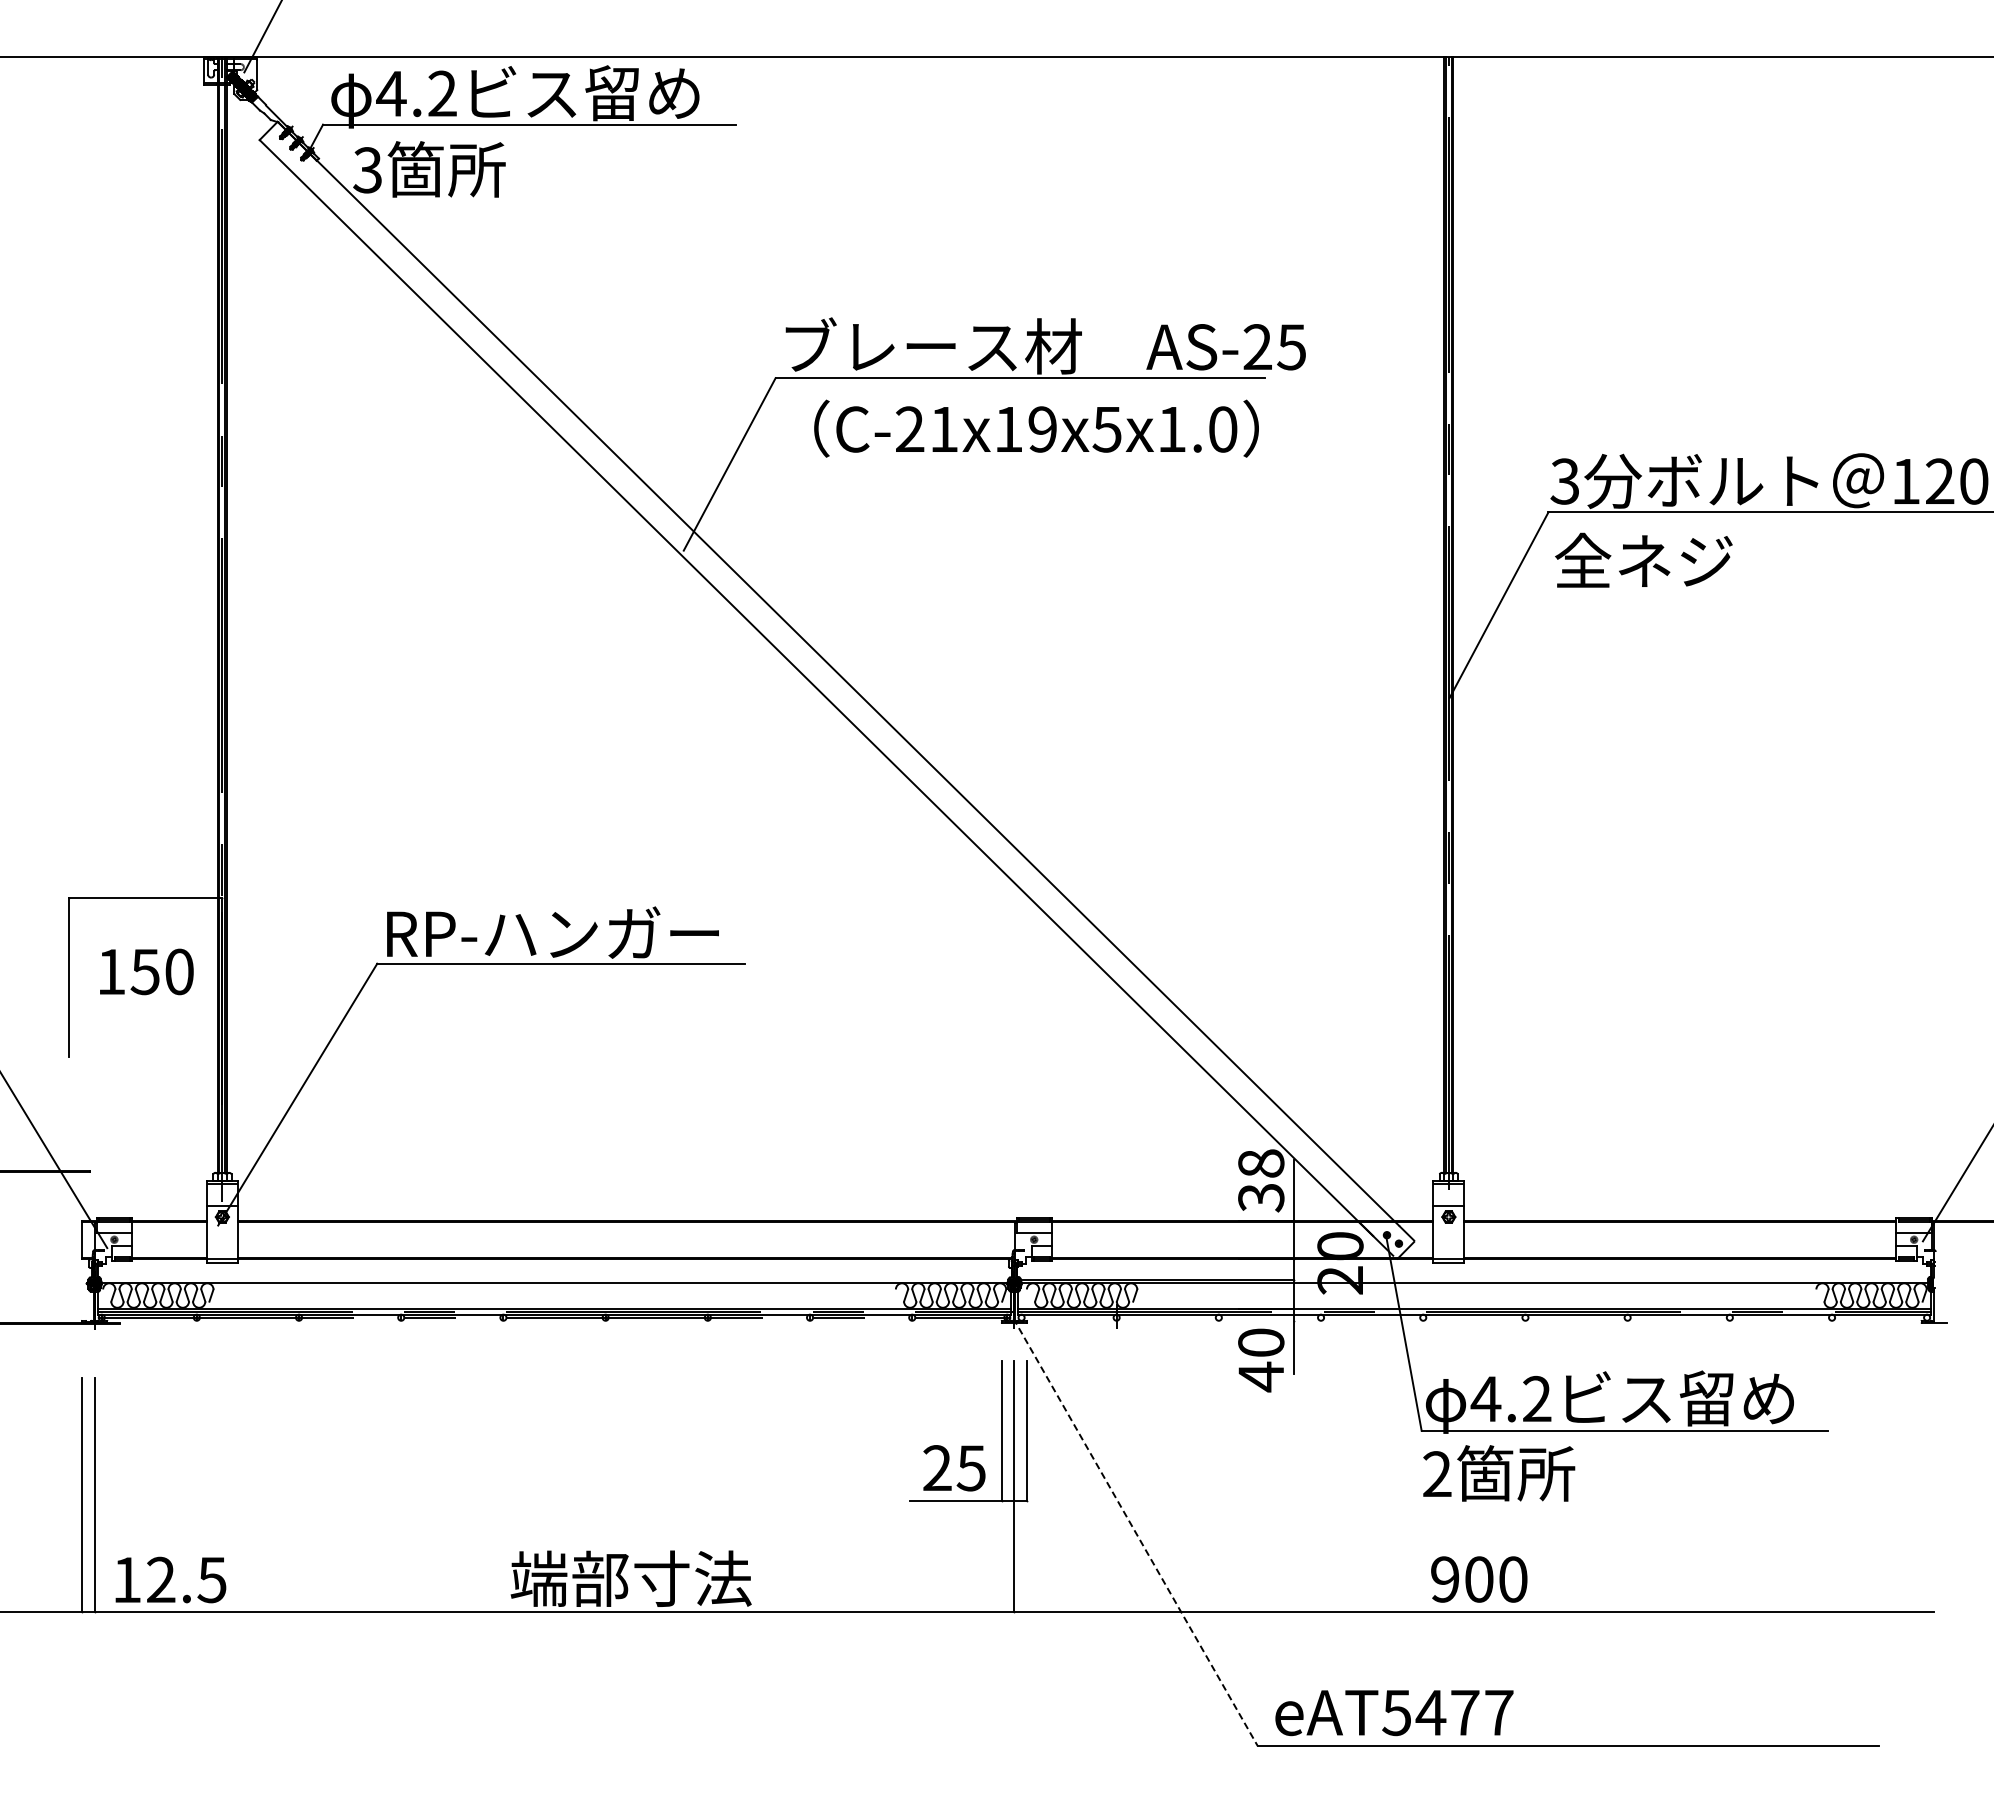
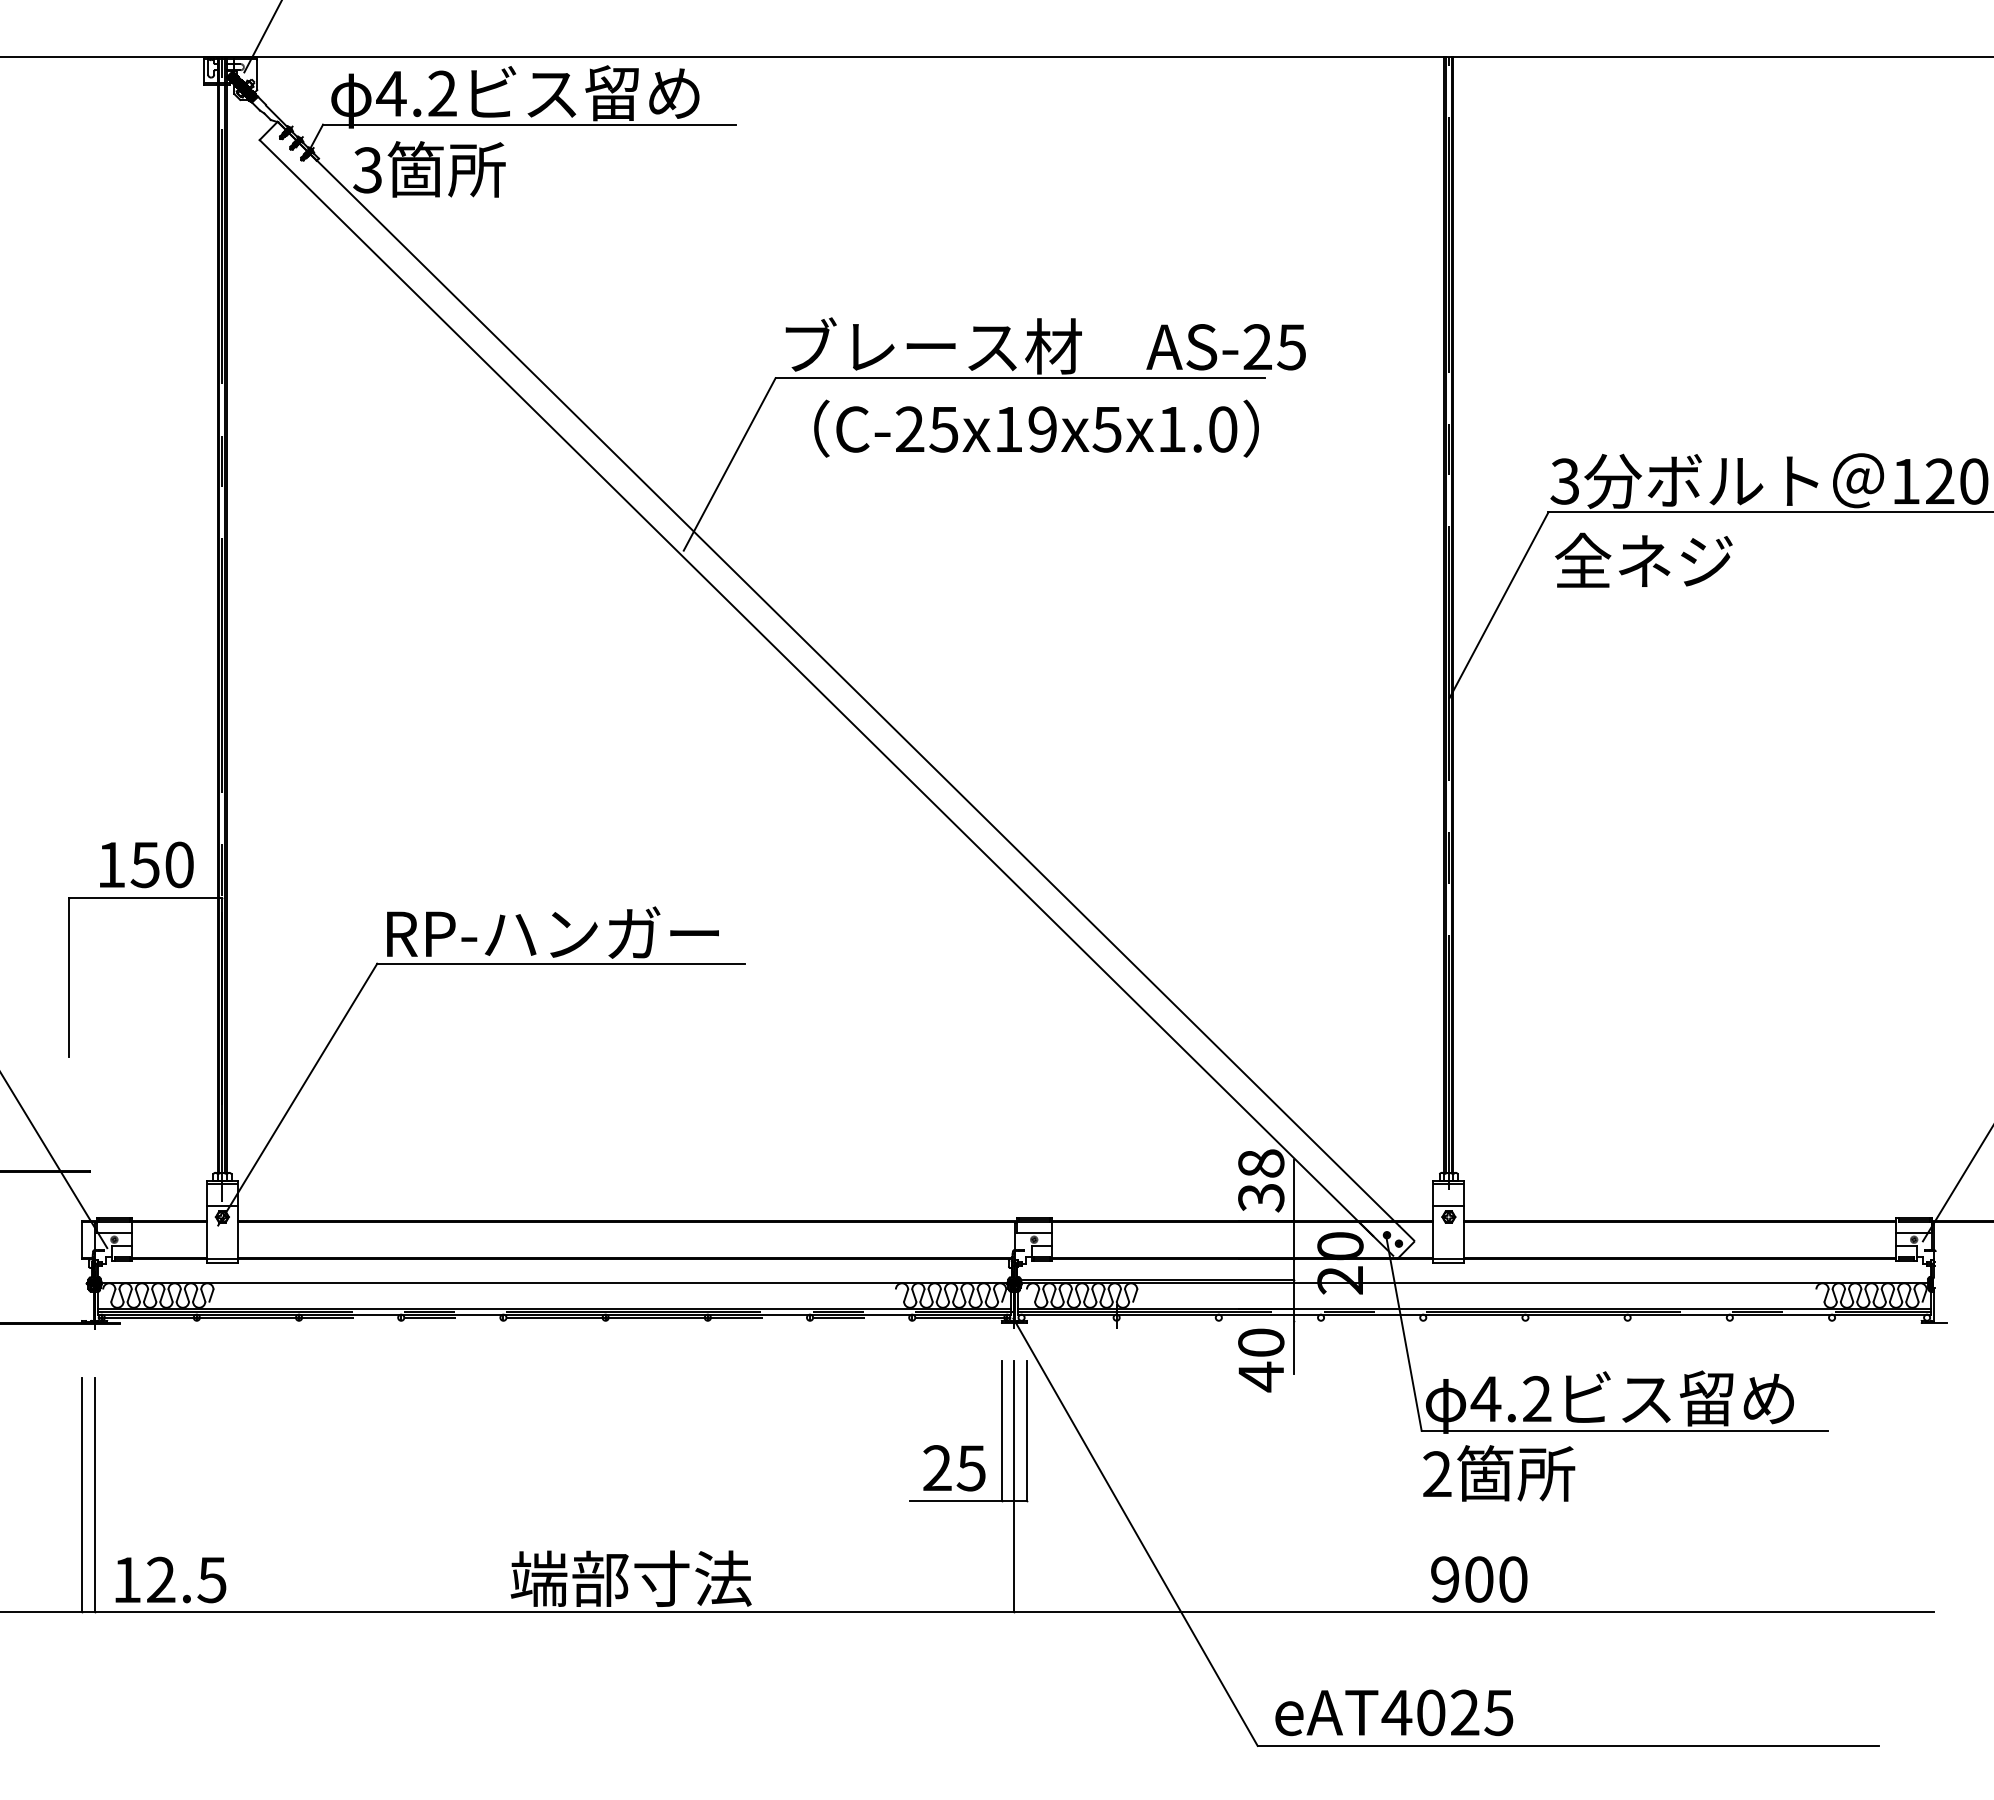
text at (943, 429): C-21x19x5x1.0 -> C-25x19x5x1.0
text at (146, 971) position: (146, 971) -> (146, 864)
line at (1135, 1532): dashed -> solid
text at (1447, 1712): eAT5477 -> eAT4025
